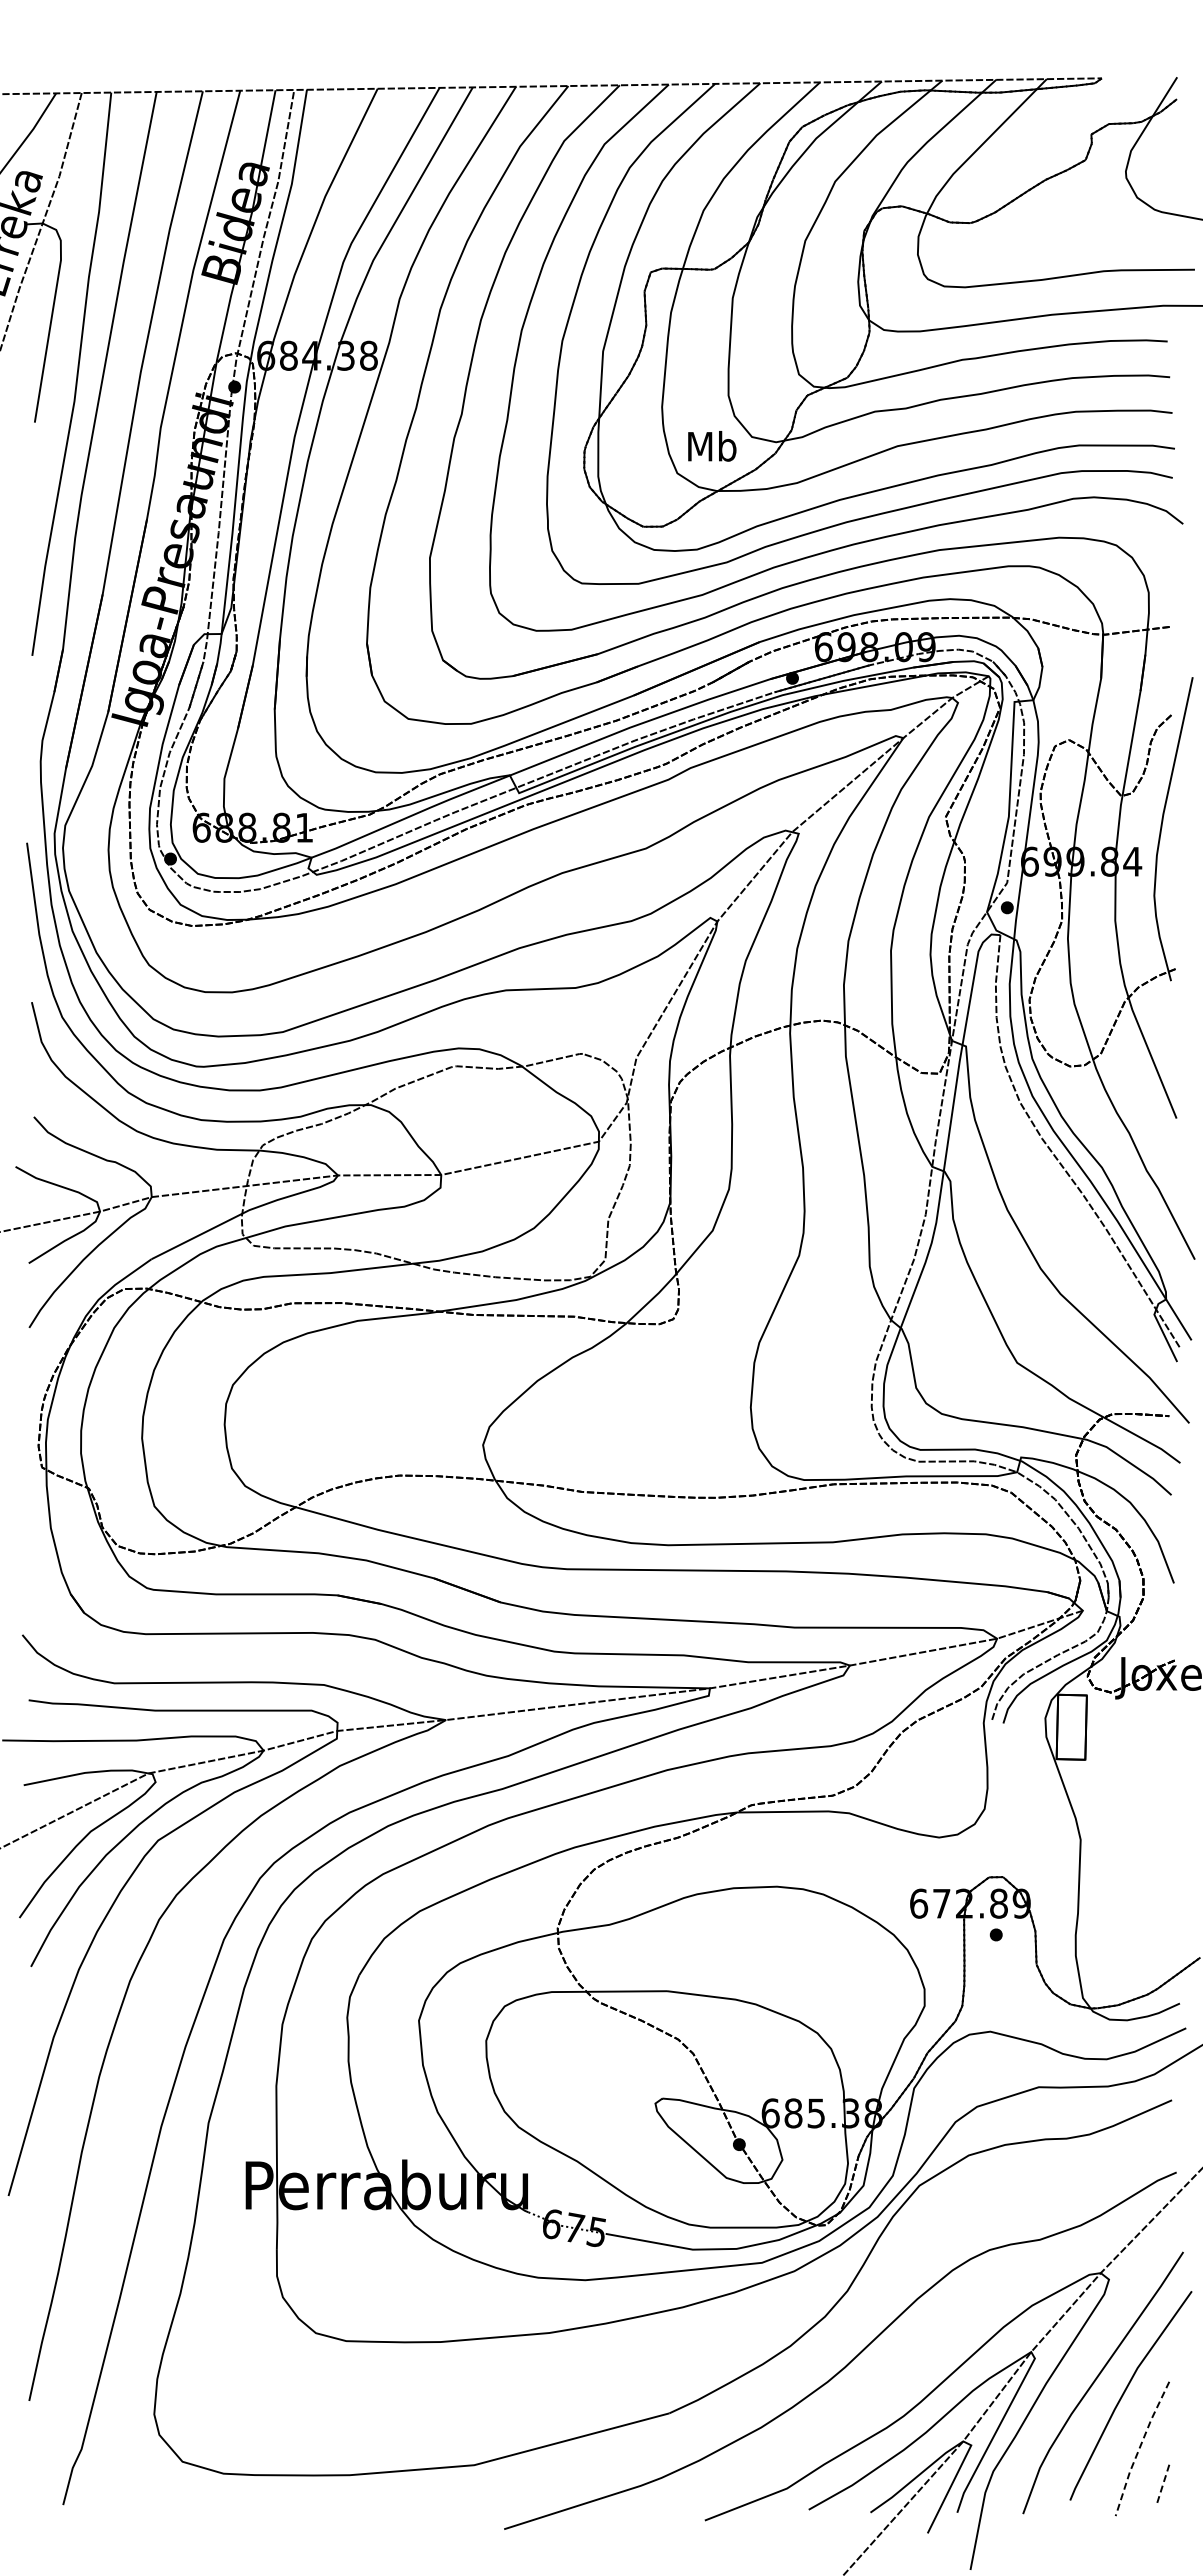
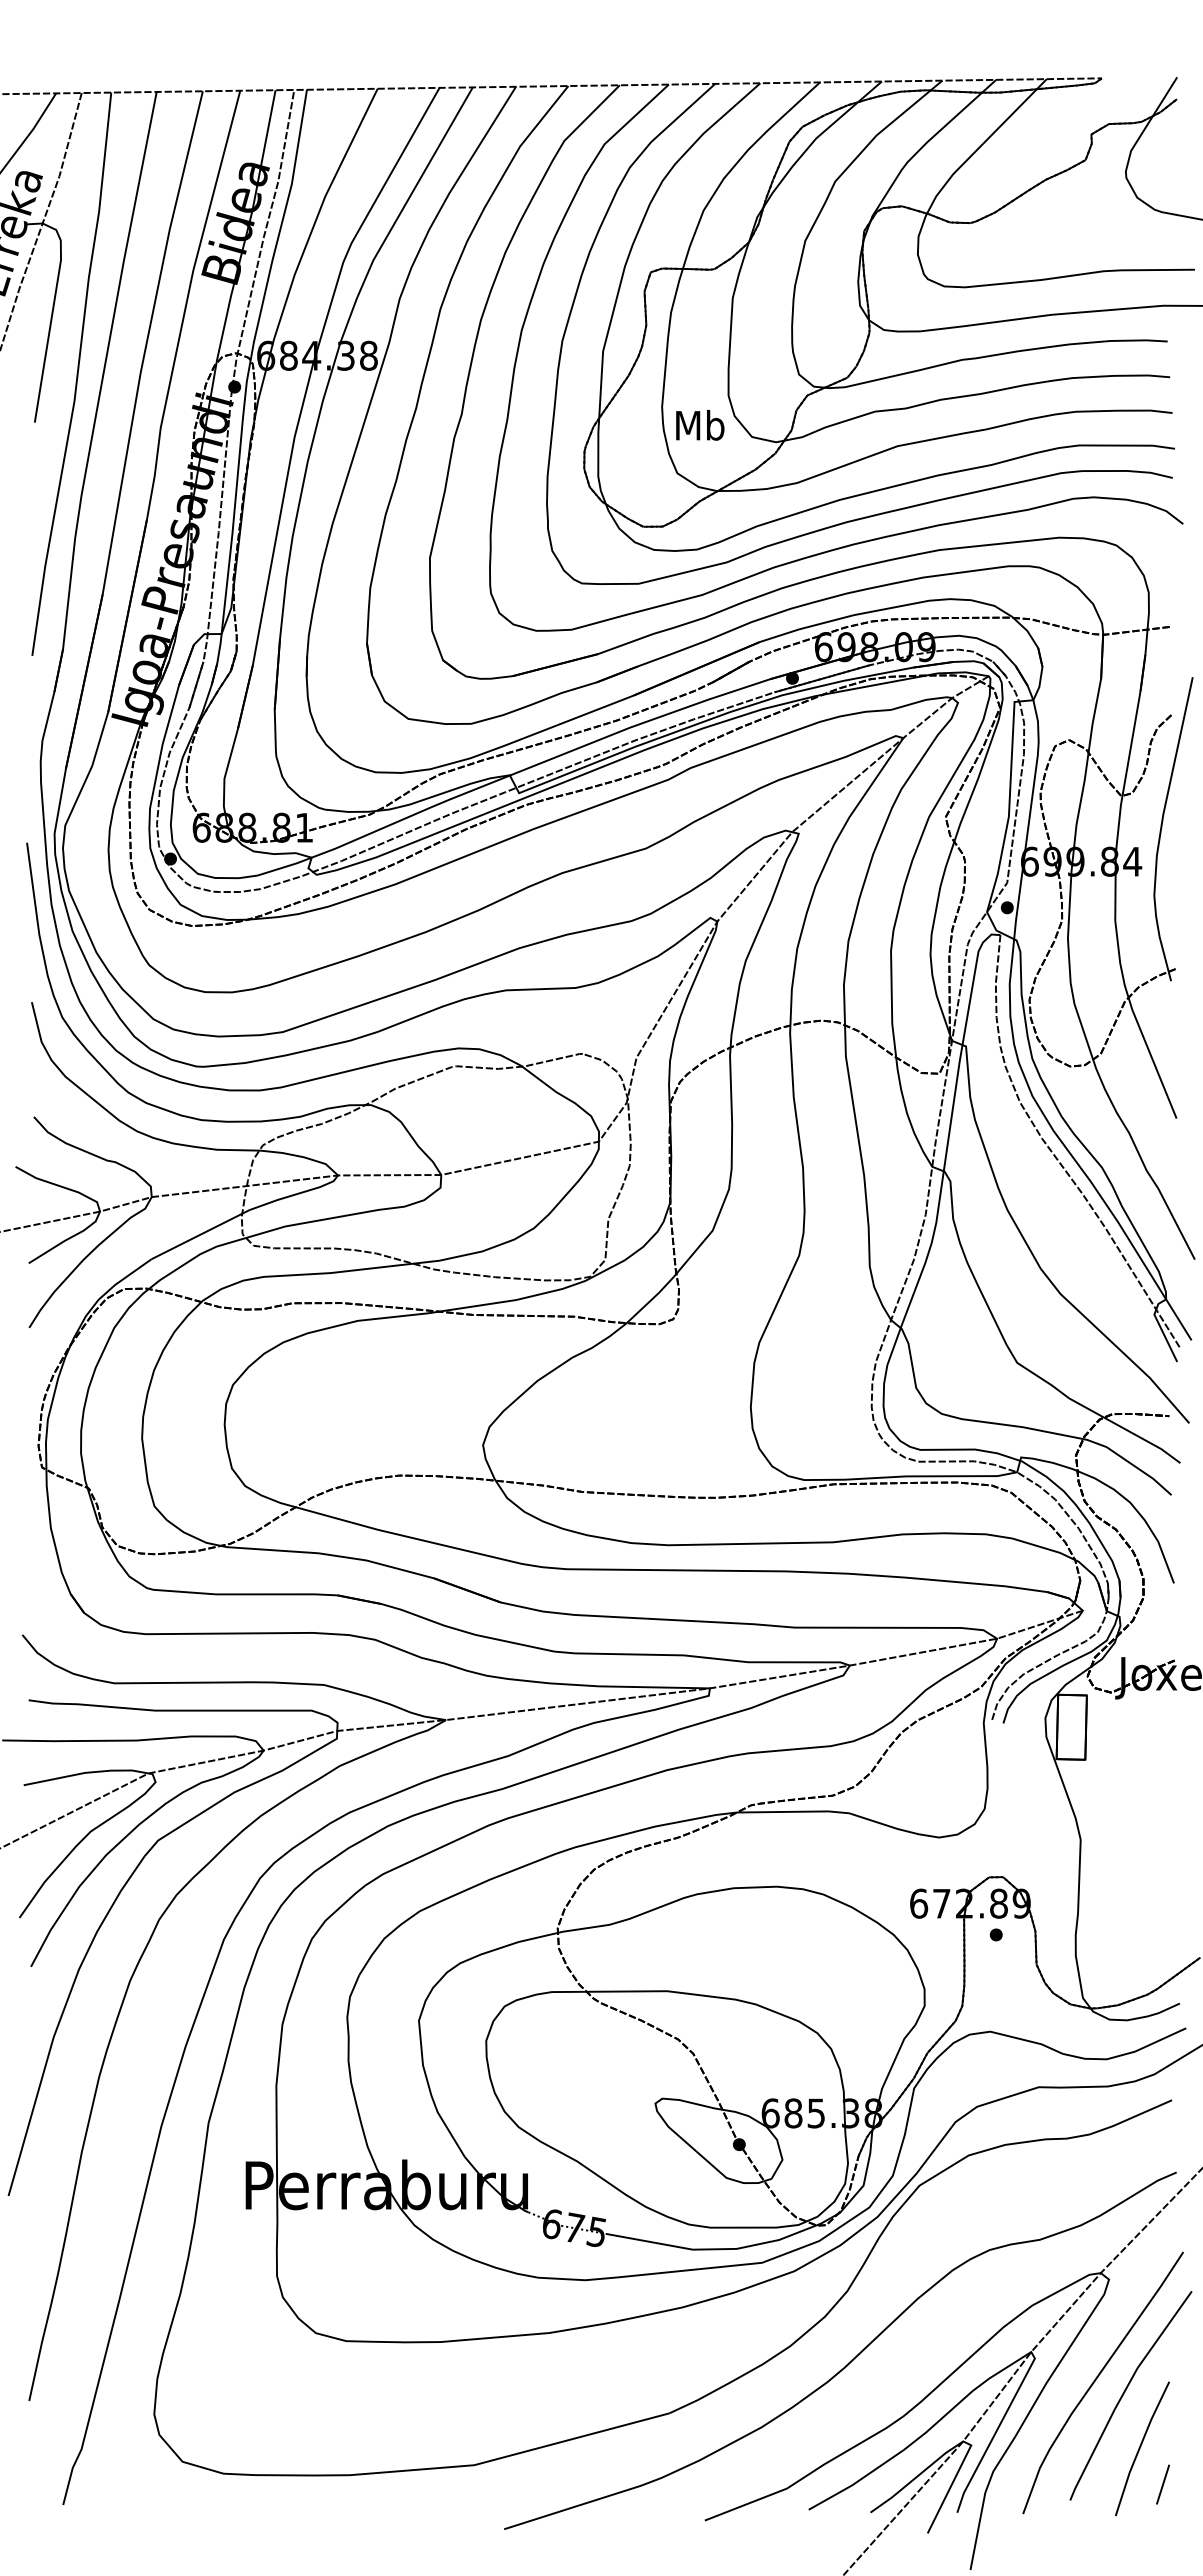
text at (712, 446) position: (712, 446) -> (700, 425)
line at (1139, 2447): dashed -> solid
line at (1163, 2484): dashed -> solid
